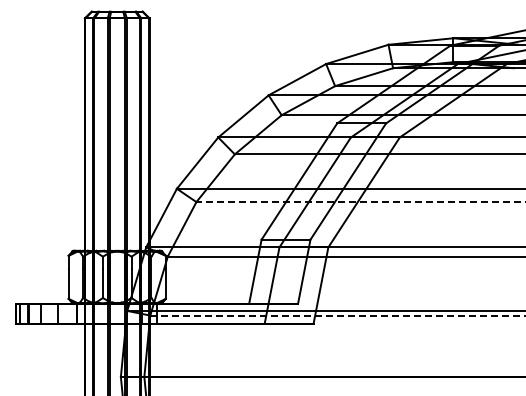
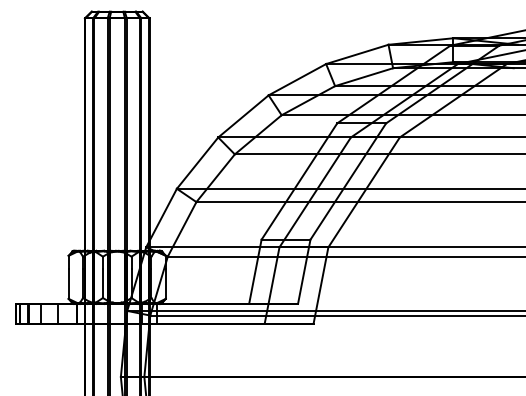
line at (360, 202): dashed -> solid
line at (338, 315): dashed -> solid
